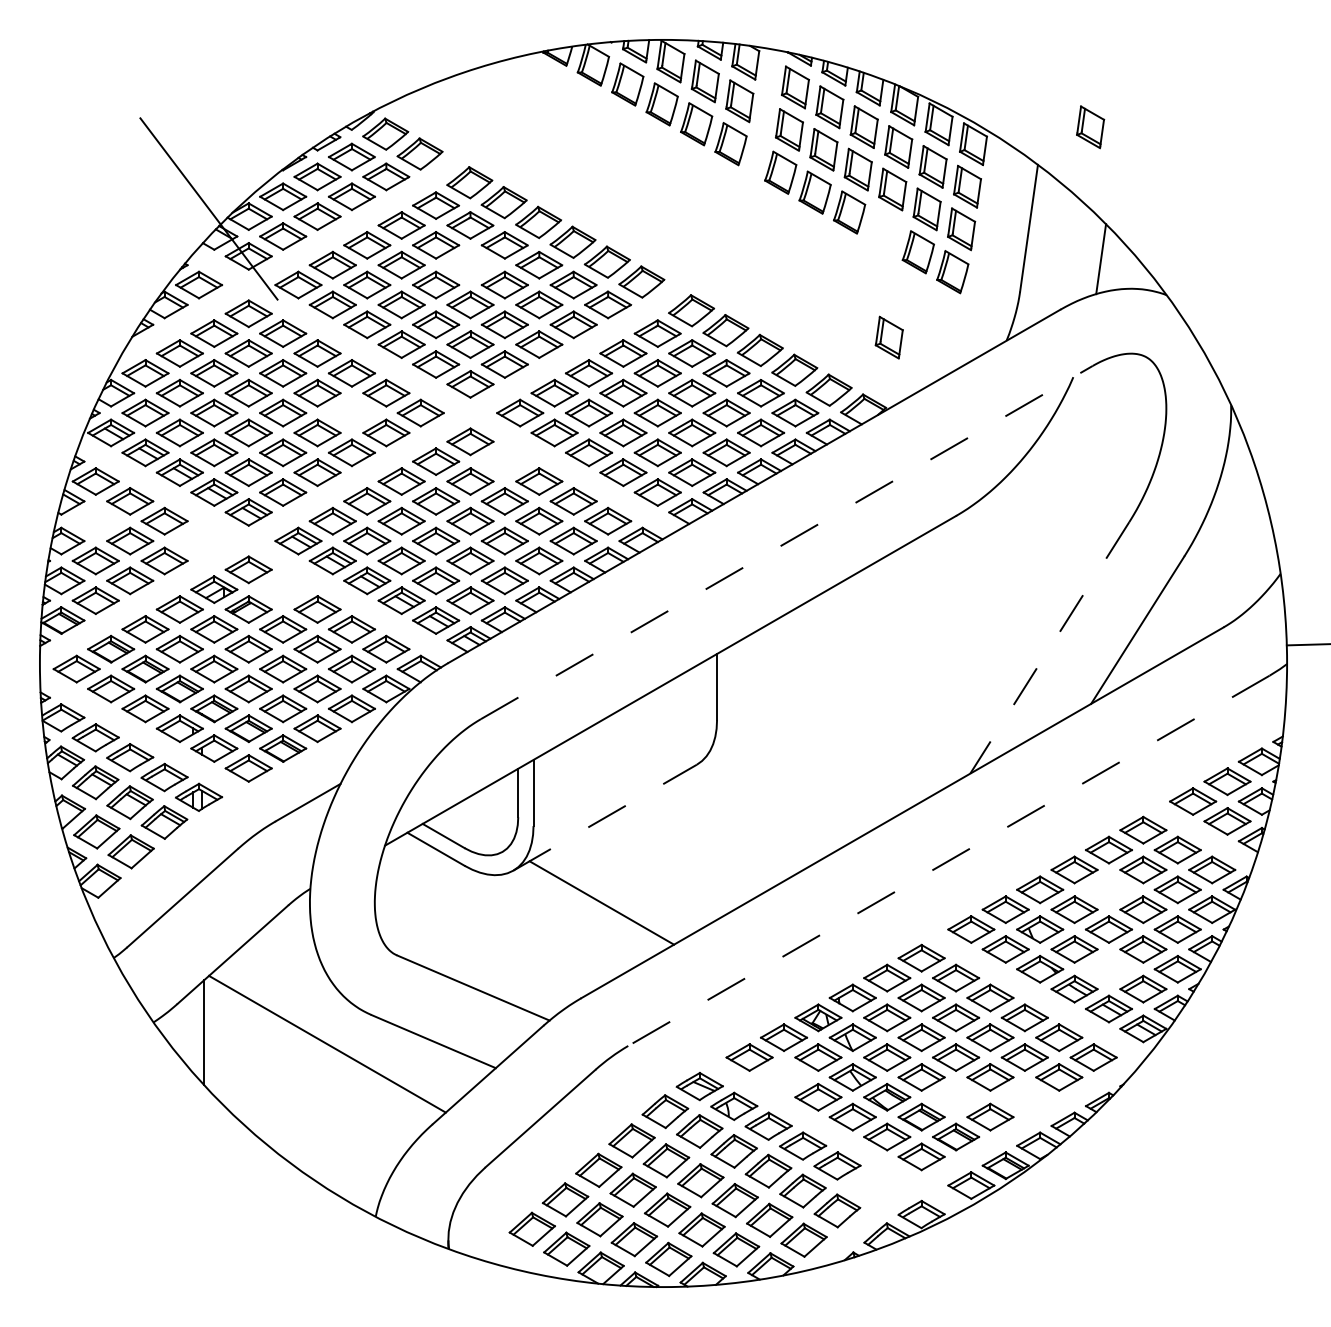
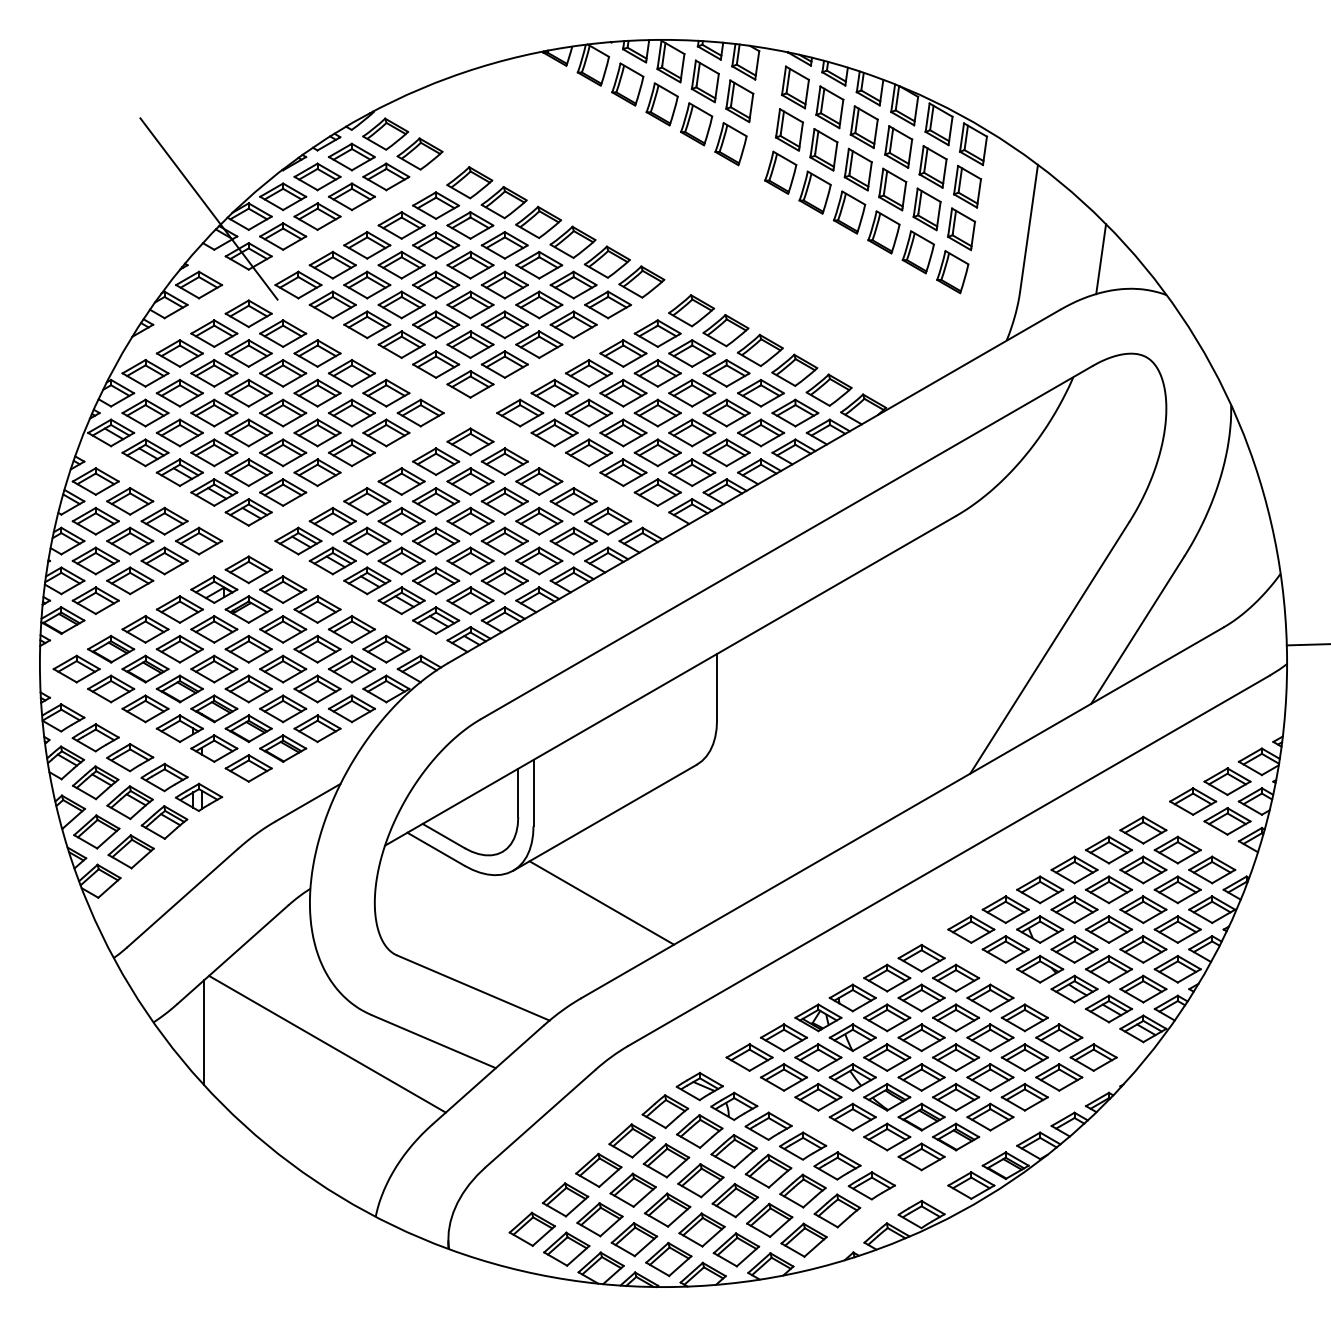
part at (1090, 127): present -> none
part at (883, 232): none -> present
part at (470, 264): none -> present
part at (888, 337): present -> none
part at (351, 412): none -> present
part at (504, 461): none -> present
part at (95, 520): none -> present
part at (199, 540): none -> present
line at (787, 542): dashed -> solid
part at (283, 589): none -> present
line at (1049, 647): dashed -> solid
line at (605, 817): dashed -> solid
line at (948, 861): dashed -> solid
part at (1108, 889): none -> present
part at (1108, 969): none -> present
part at (783, 1077): none -> present
part at (956, 1097): none -> present
part at (1024, 1097): none -> present
part at (871, 1185): none -> present
